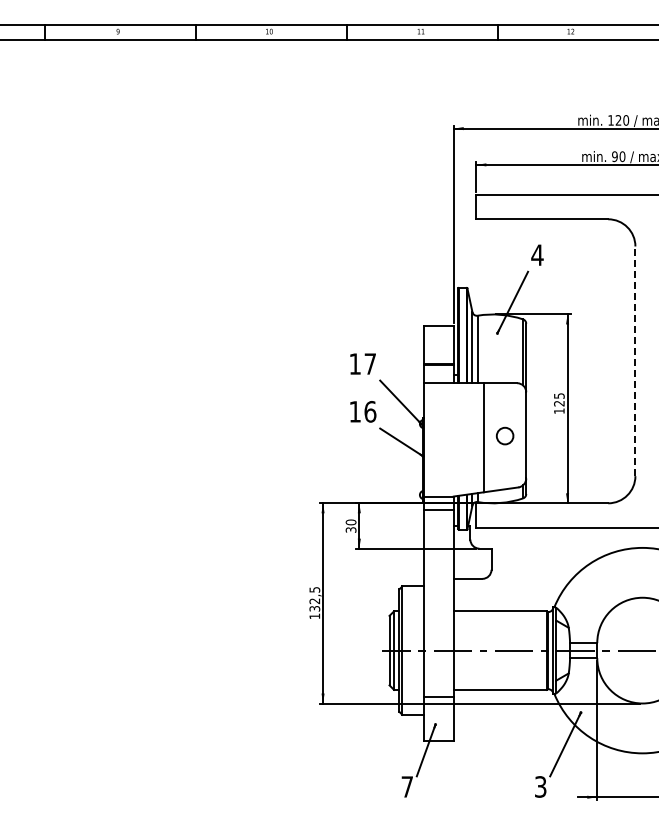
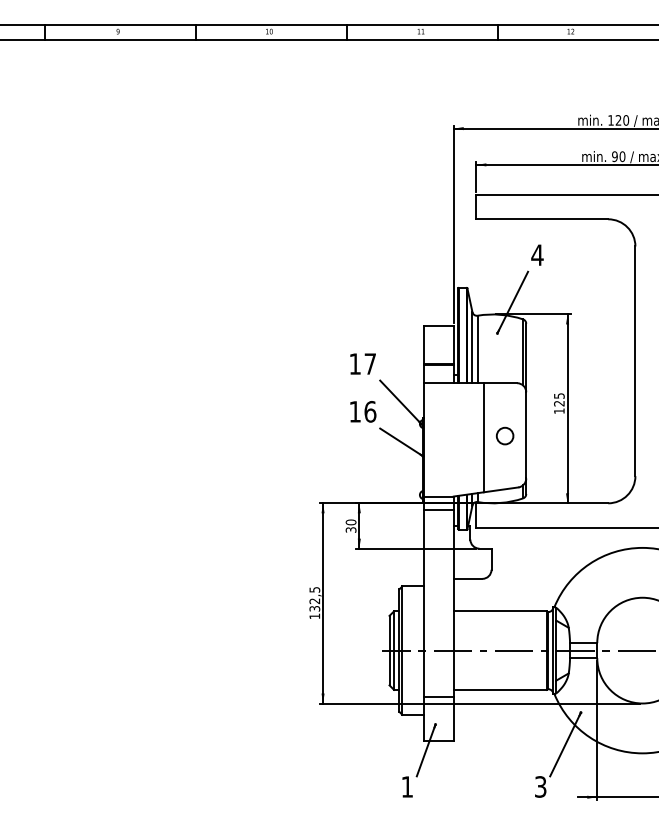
line at (635, 361): dashed -> solid
text at (406, 786): 7 -> 1
